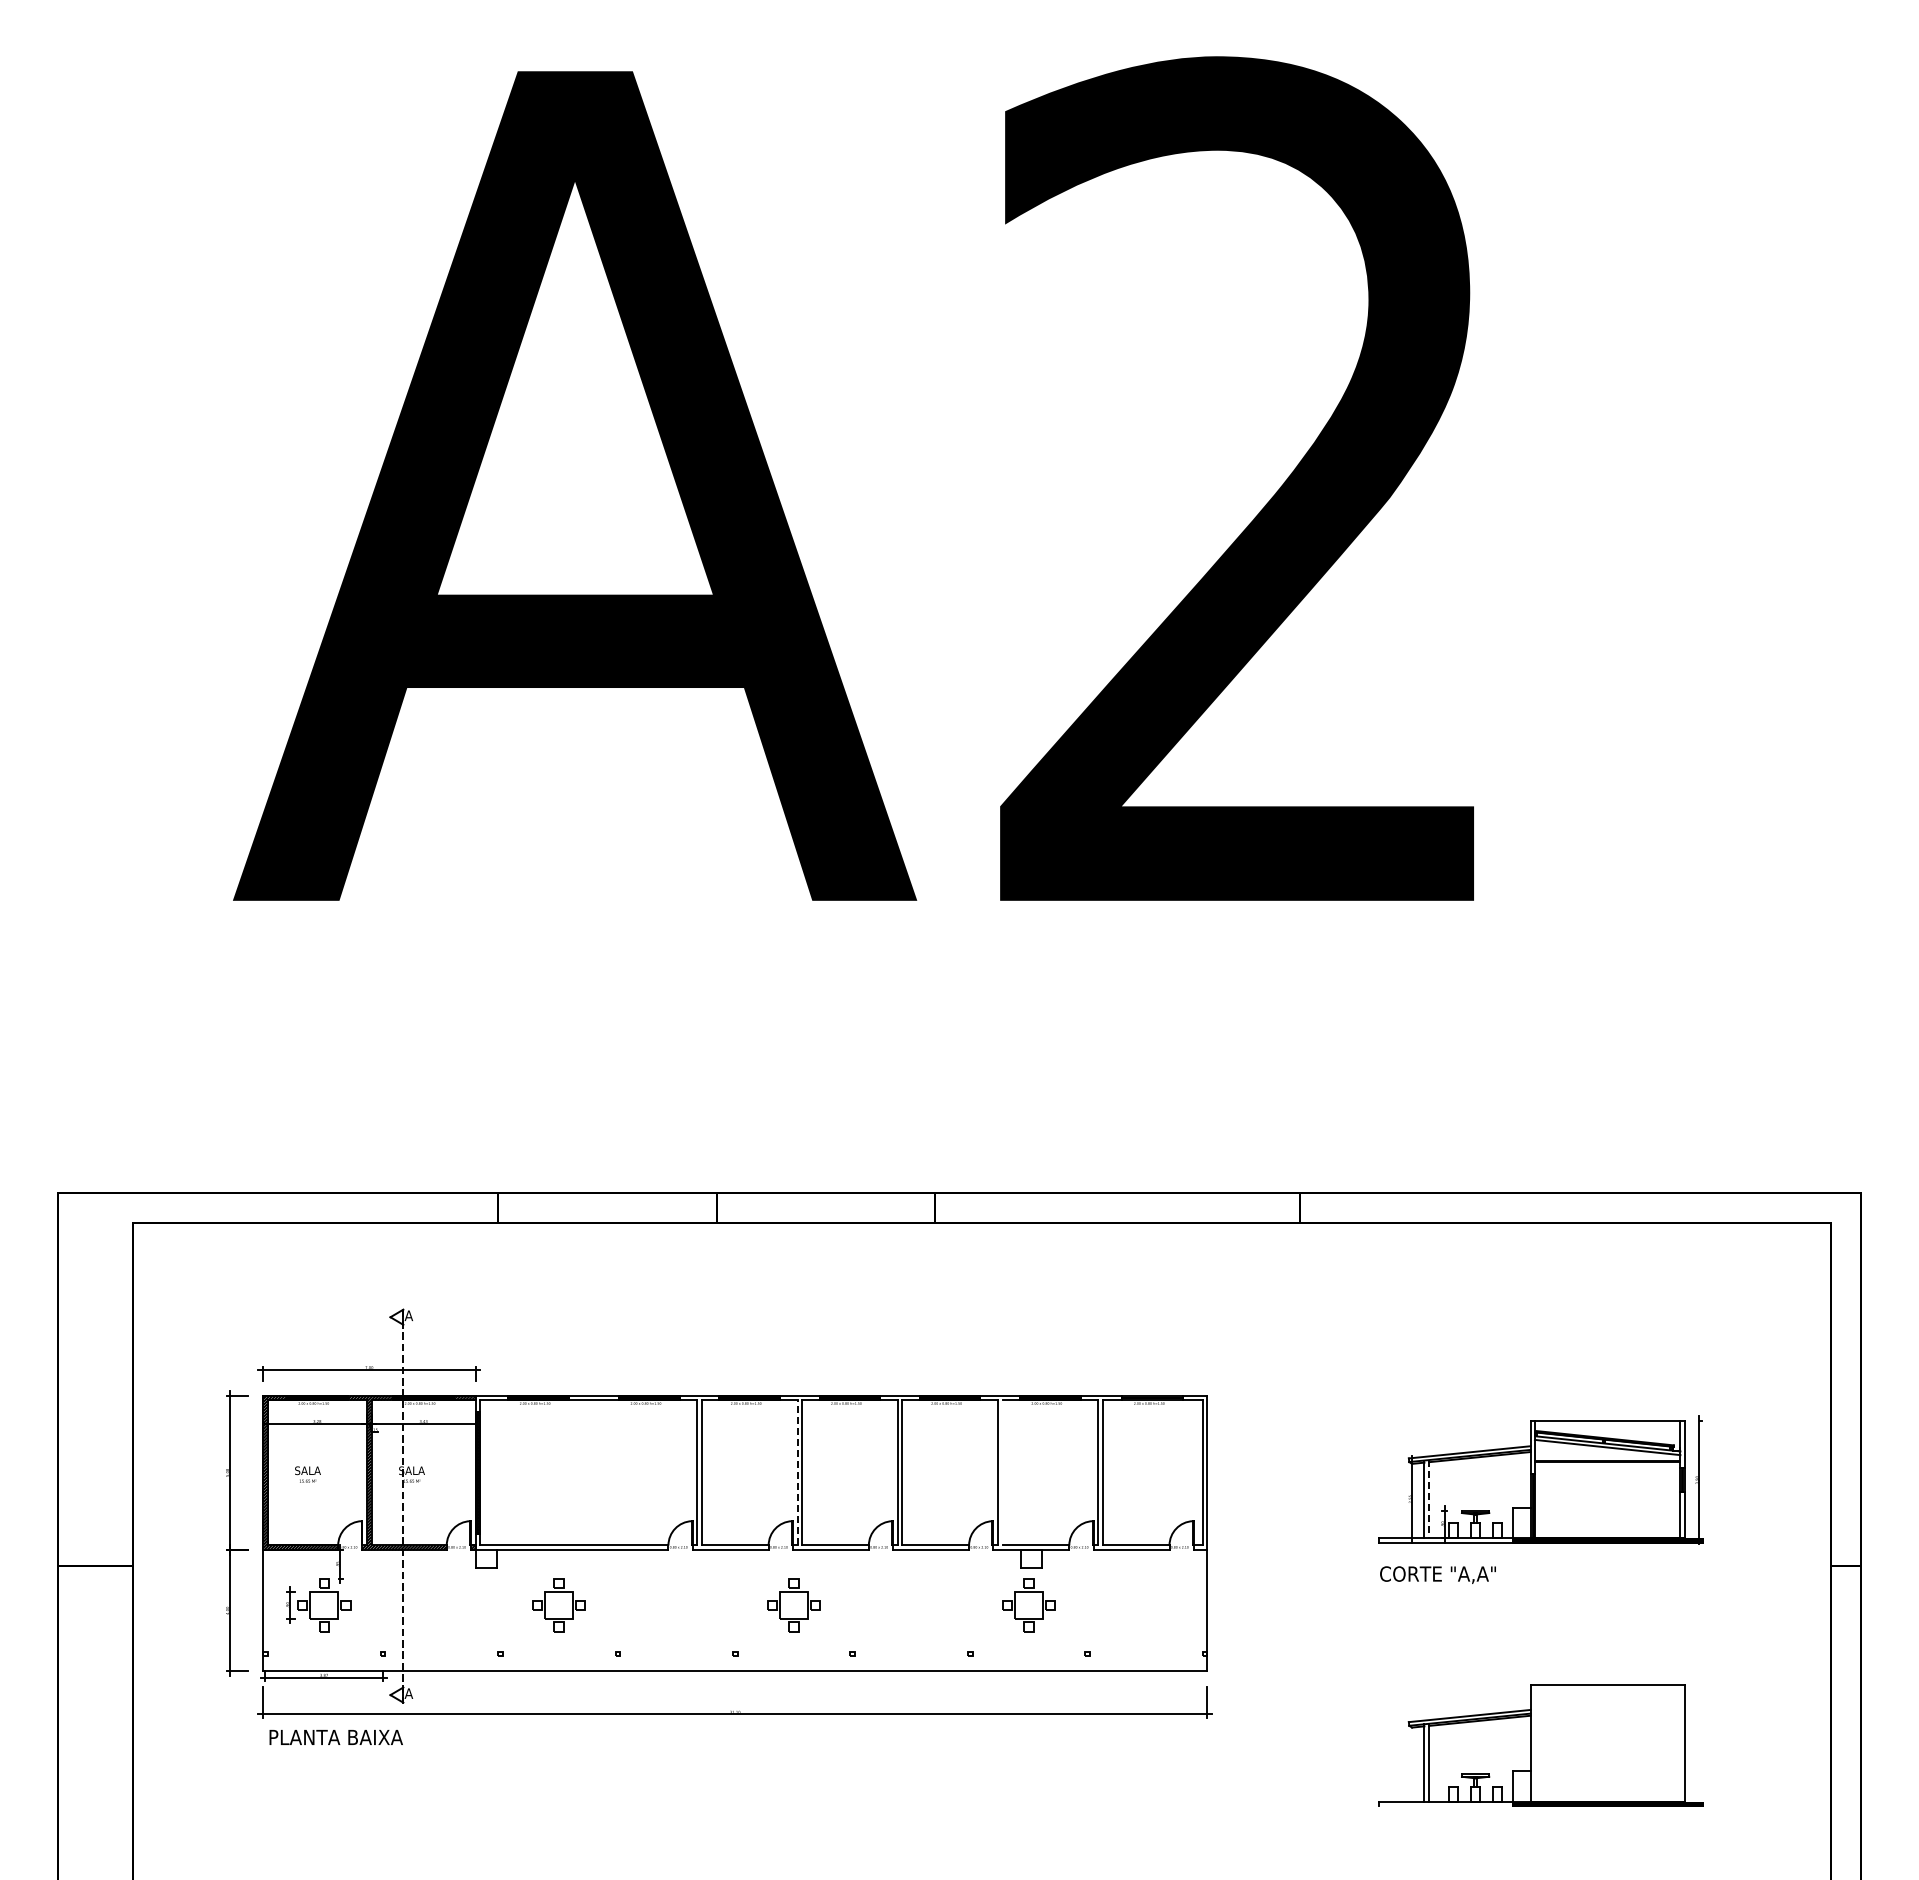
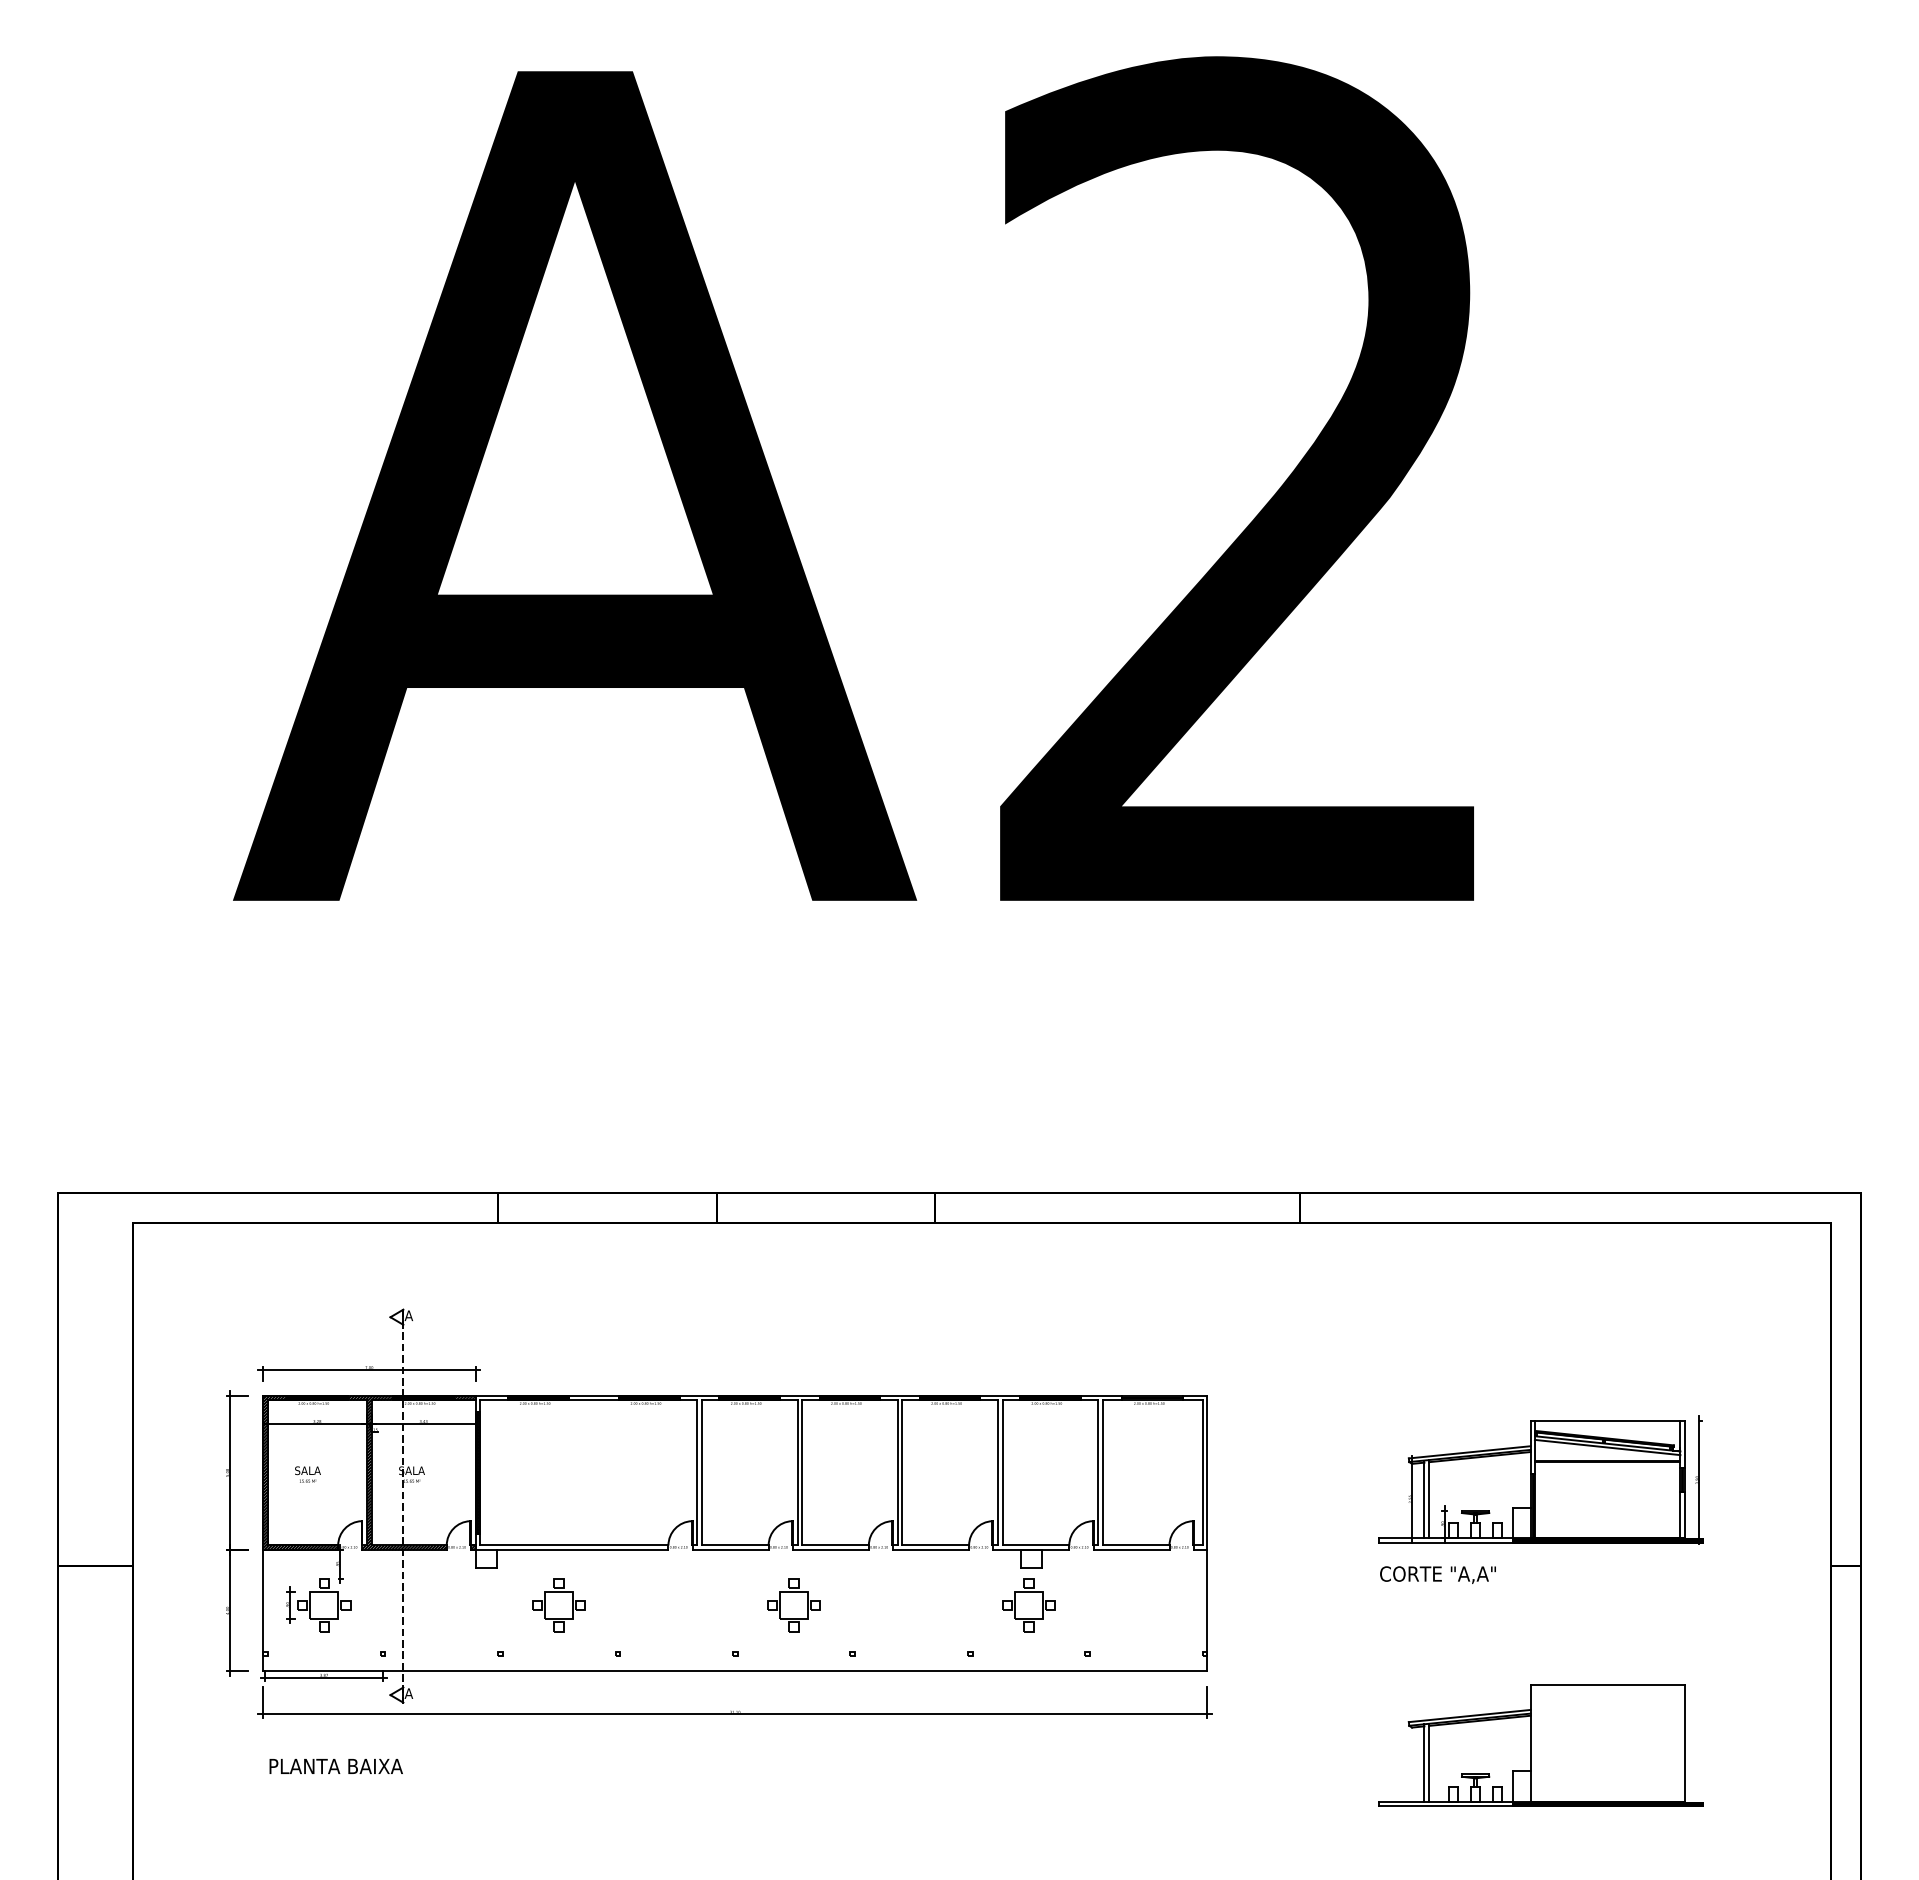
line at (797, 1472): dashed -> solid
line at (1002, 1472): none -> present
line at (1428, 1499): dashed -> solid
text at (335, 1737) position: (335, 1737) -> (335, 1766)
line at (1445, 1806): none -> present
